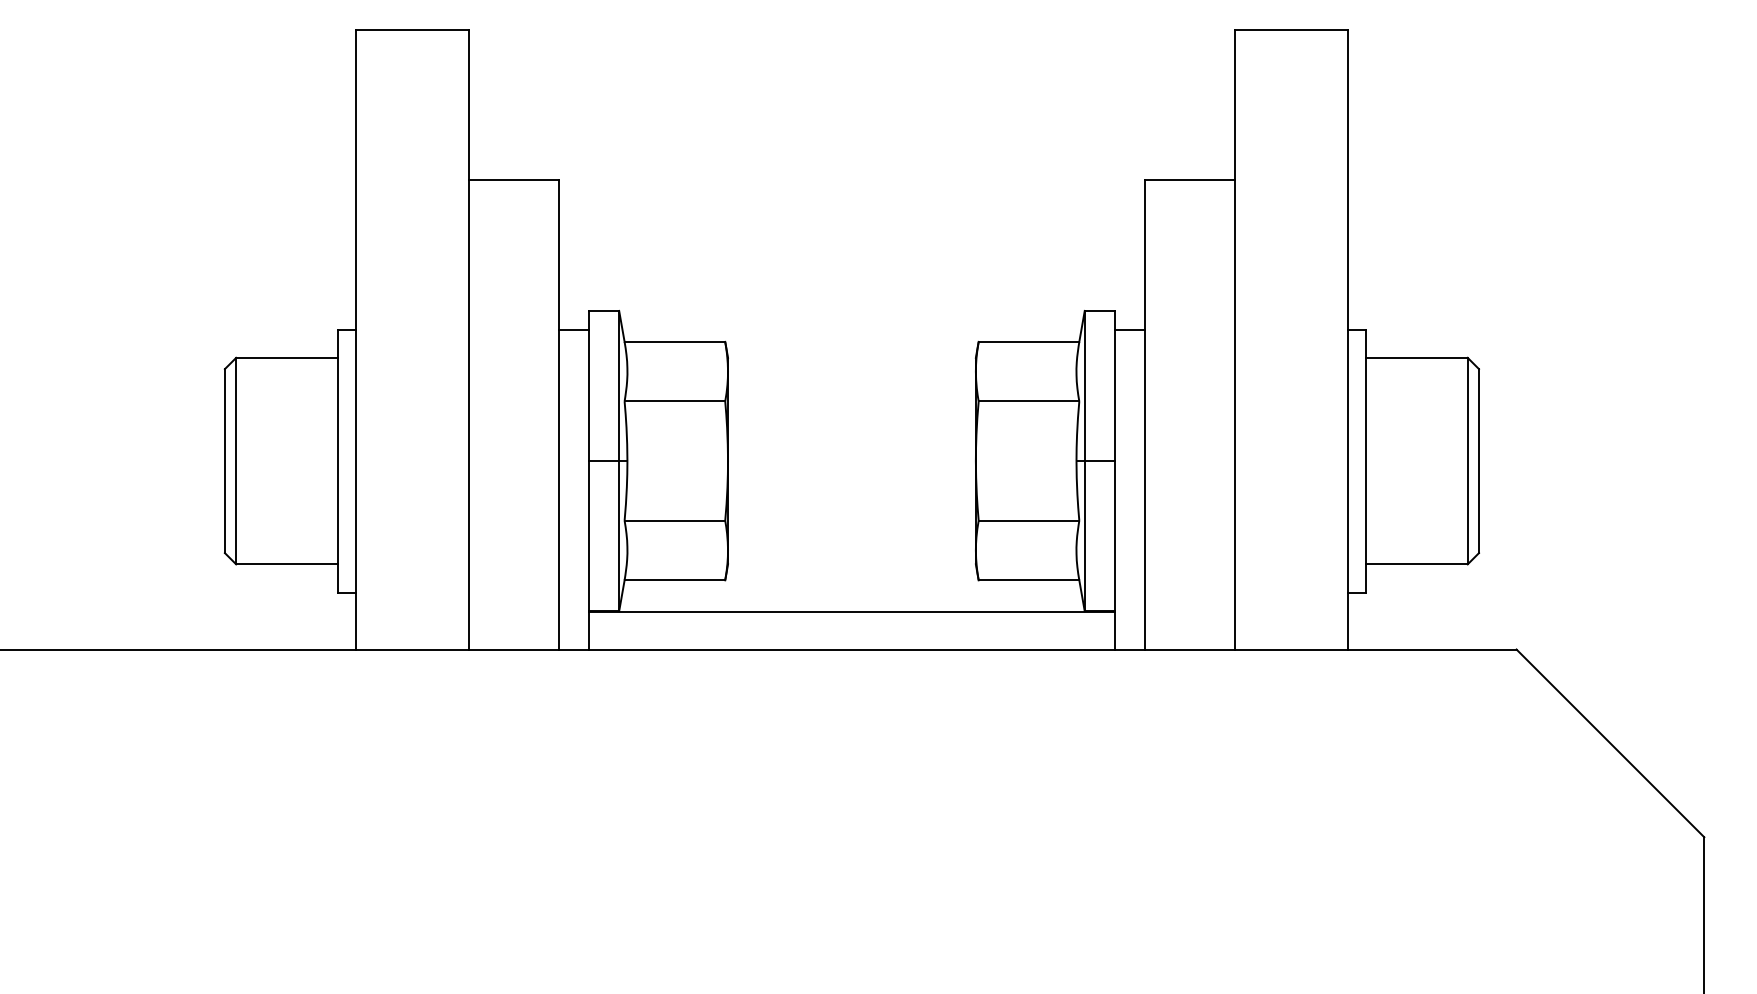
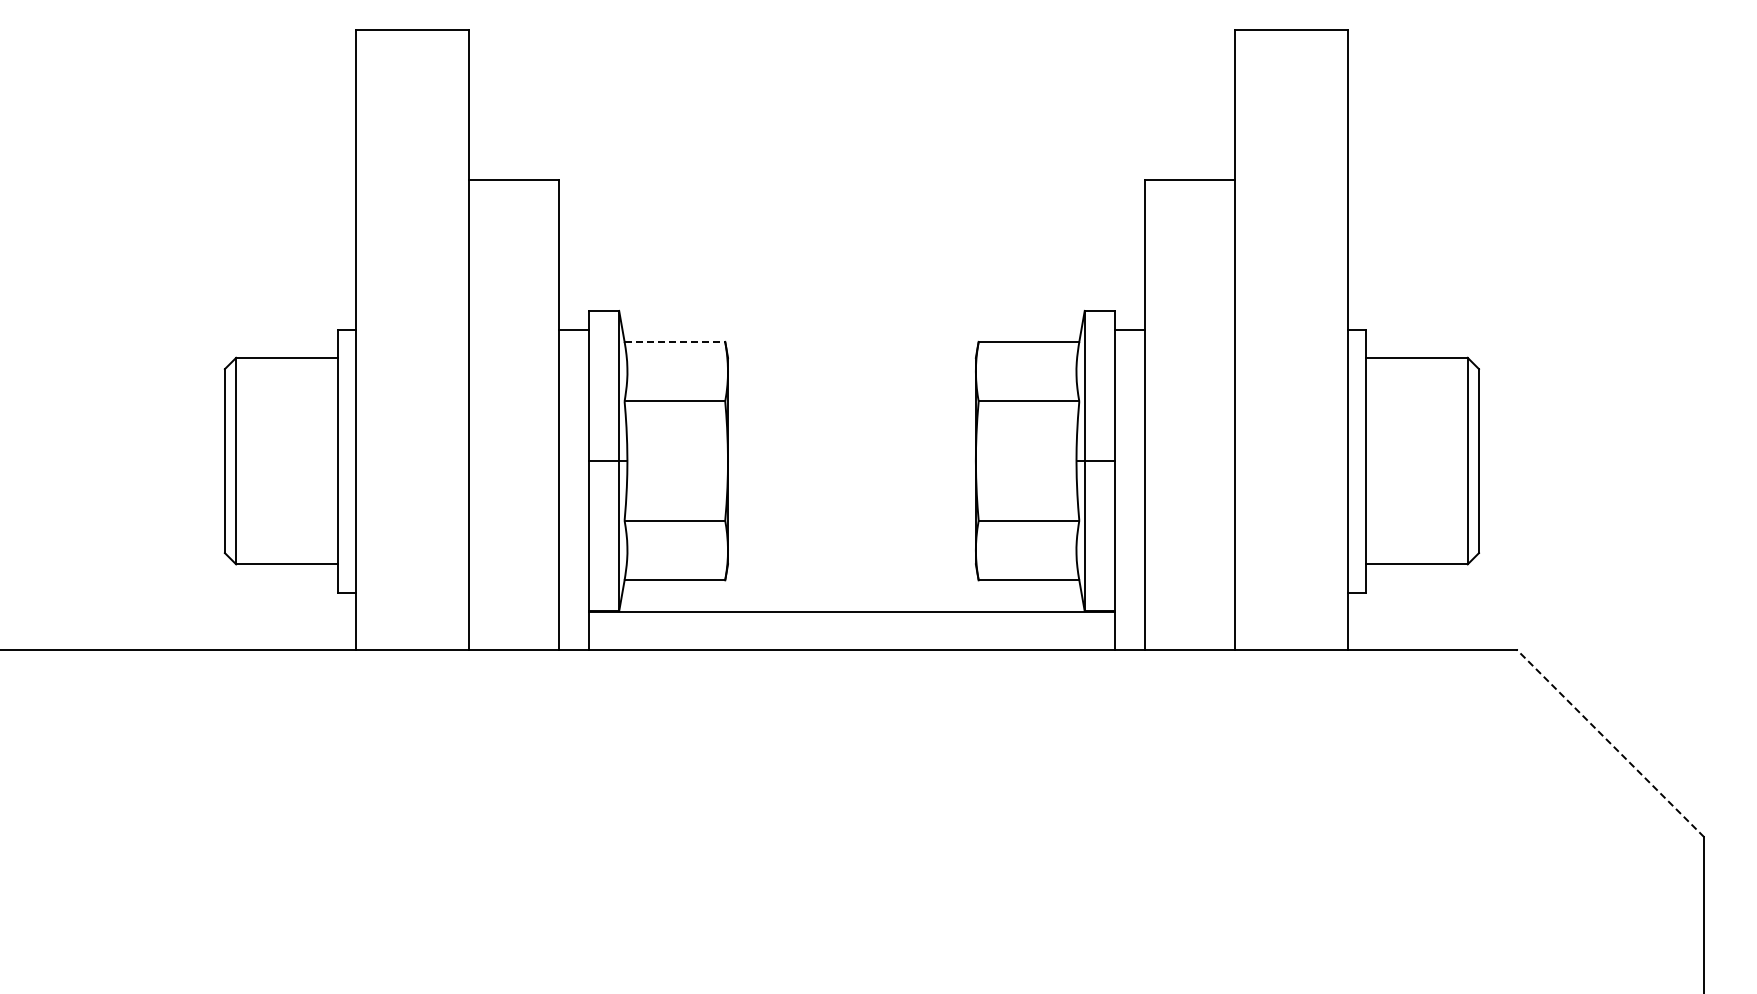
line at (675, 341): solid -> dashed
line at (1610, 743): solid -> dashed
